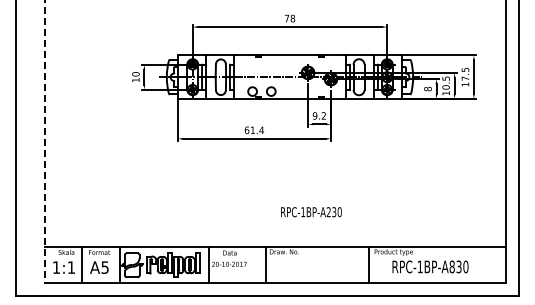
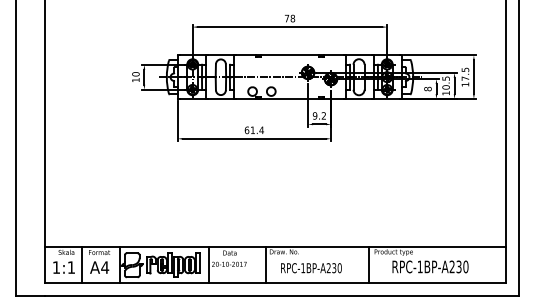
line at (45, 142): dashed -> solid
text at (311, 212) position: (311, 212) -> (311, 268)
text at (451, 266): RPC-1BP-A830 -> RPC-1BP-A230
text at (105, 267): A5 -> A4
